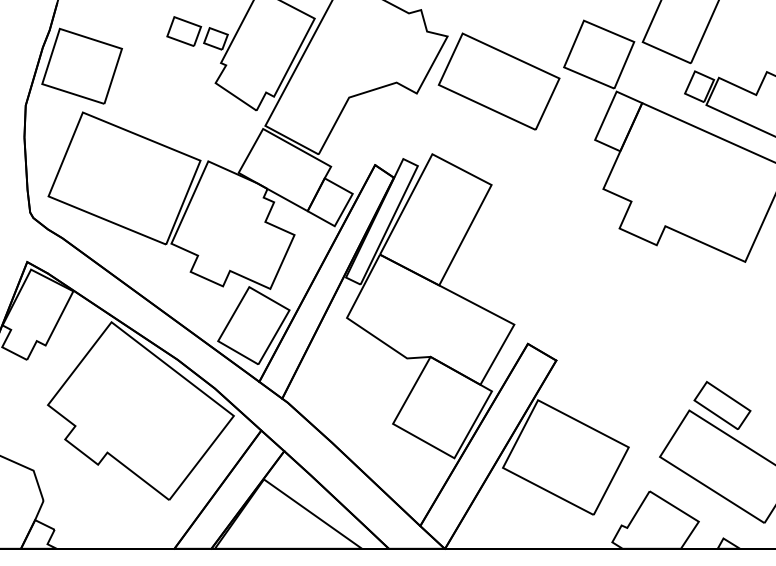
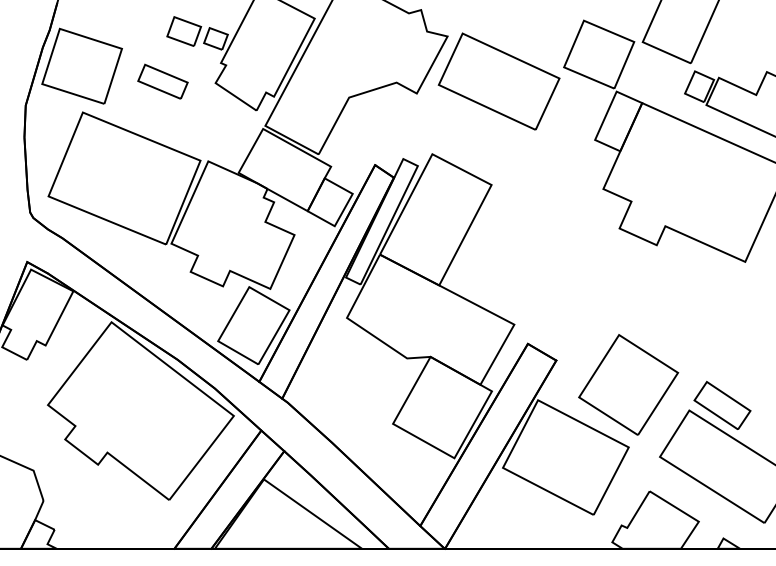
part at (162, 81): none -> present
part at (628, 384): none -> present
